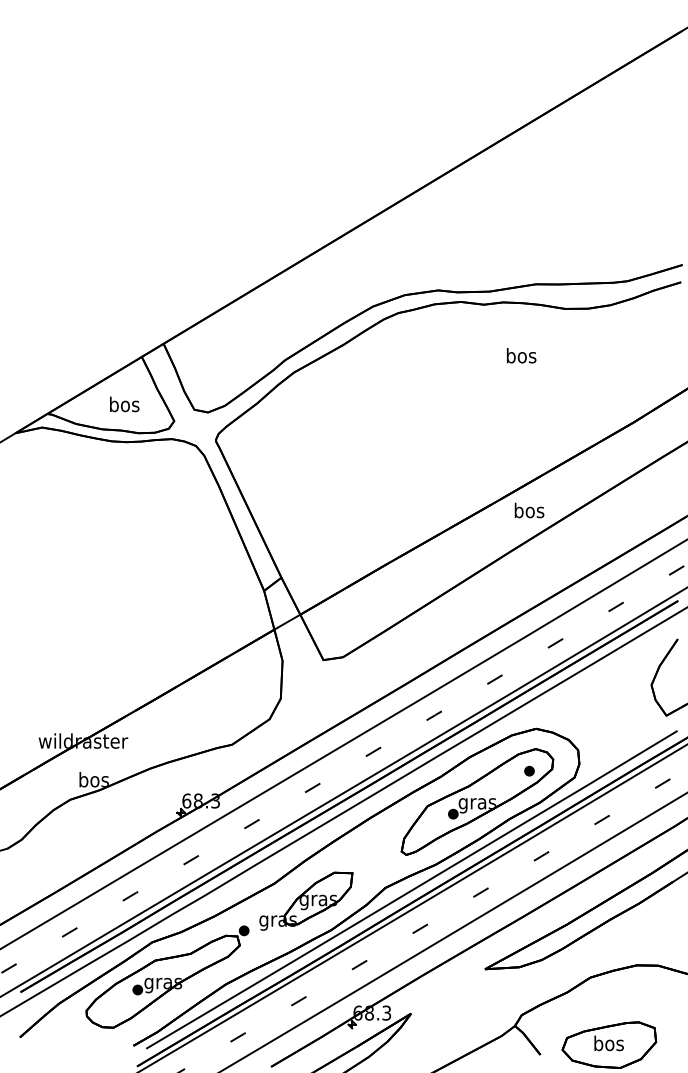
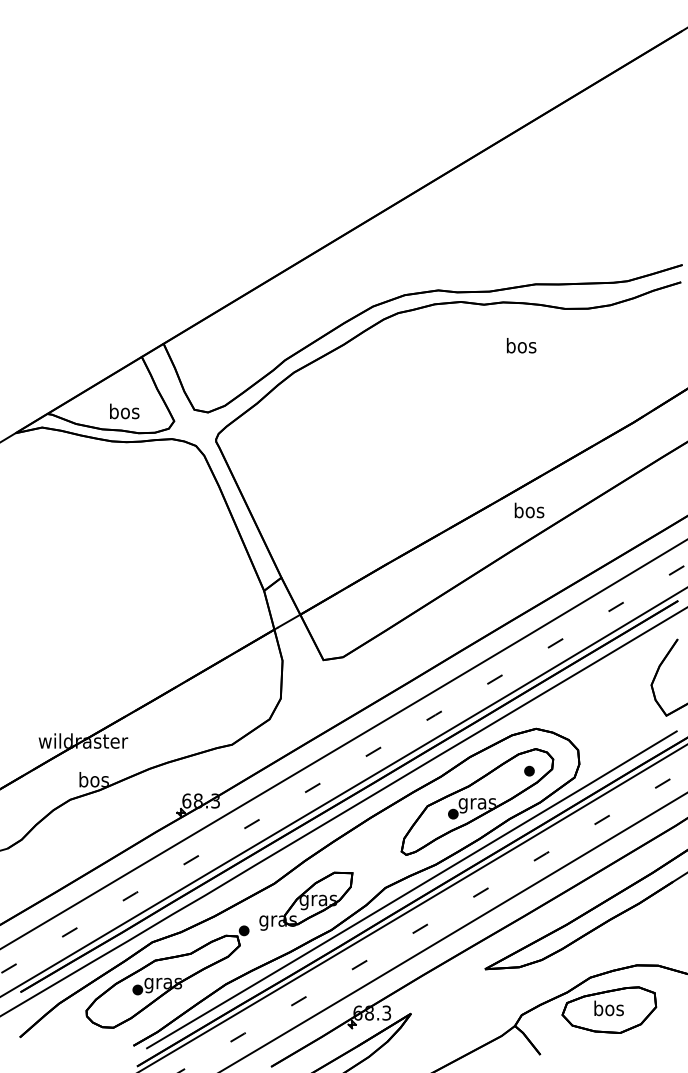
text at (521, 355) position: (521, 355) -> (521, 345)
text at (124, 404) position: (124, 404) -> (124, 411)
part at (609, 1044) position: (609, 1044) -> (609, 1009)
